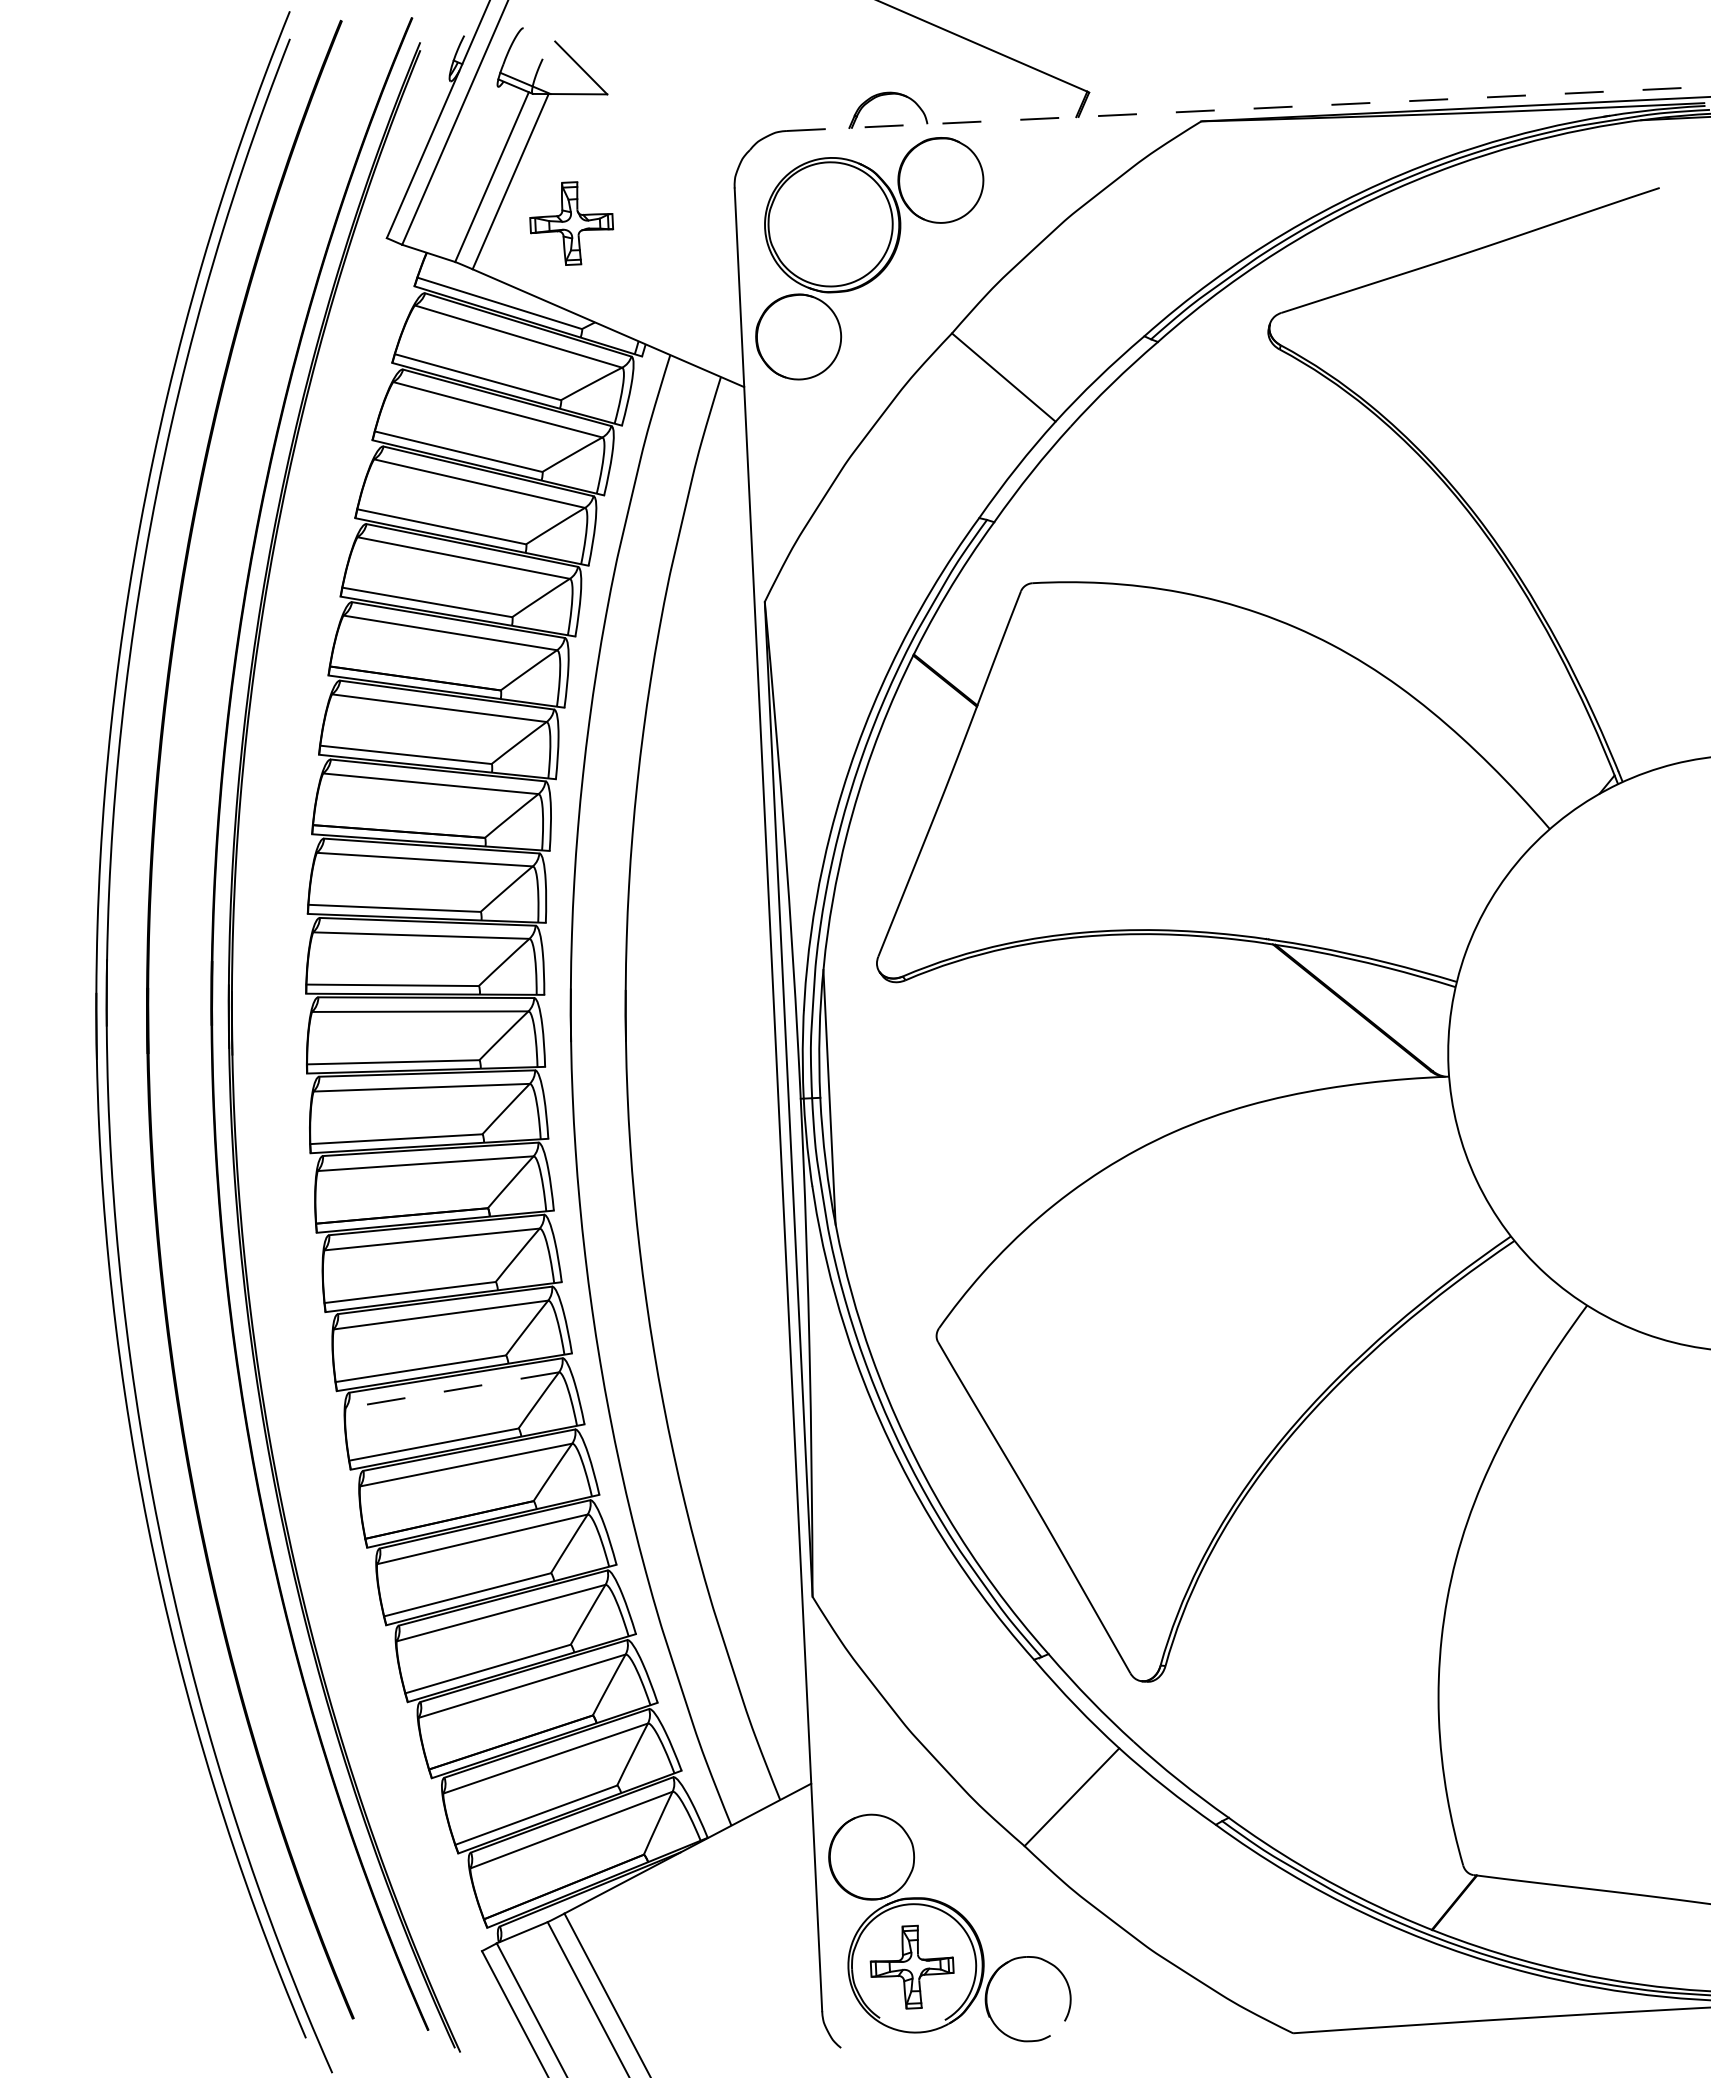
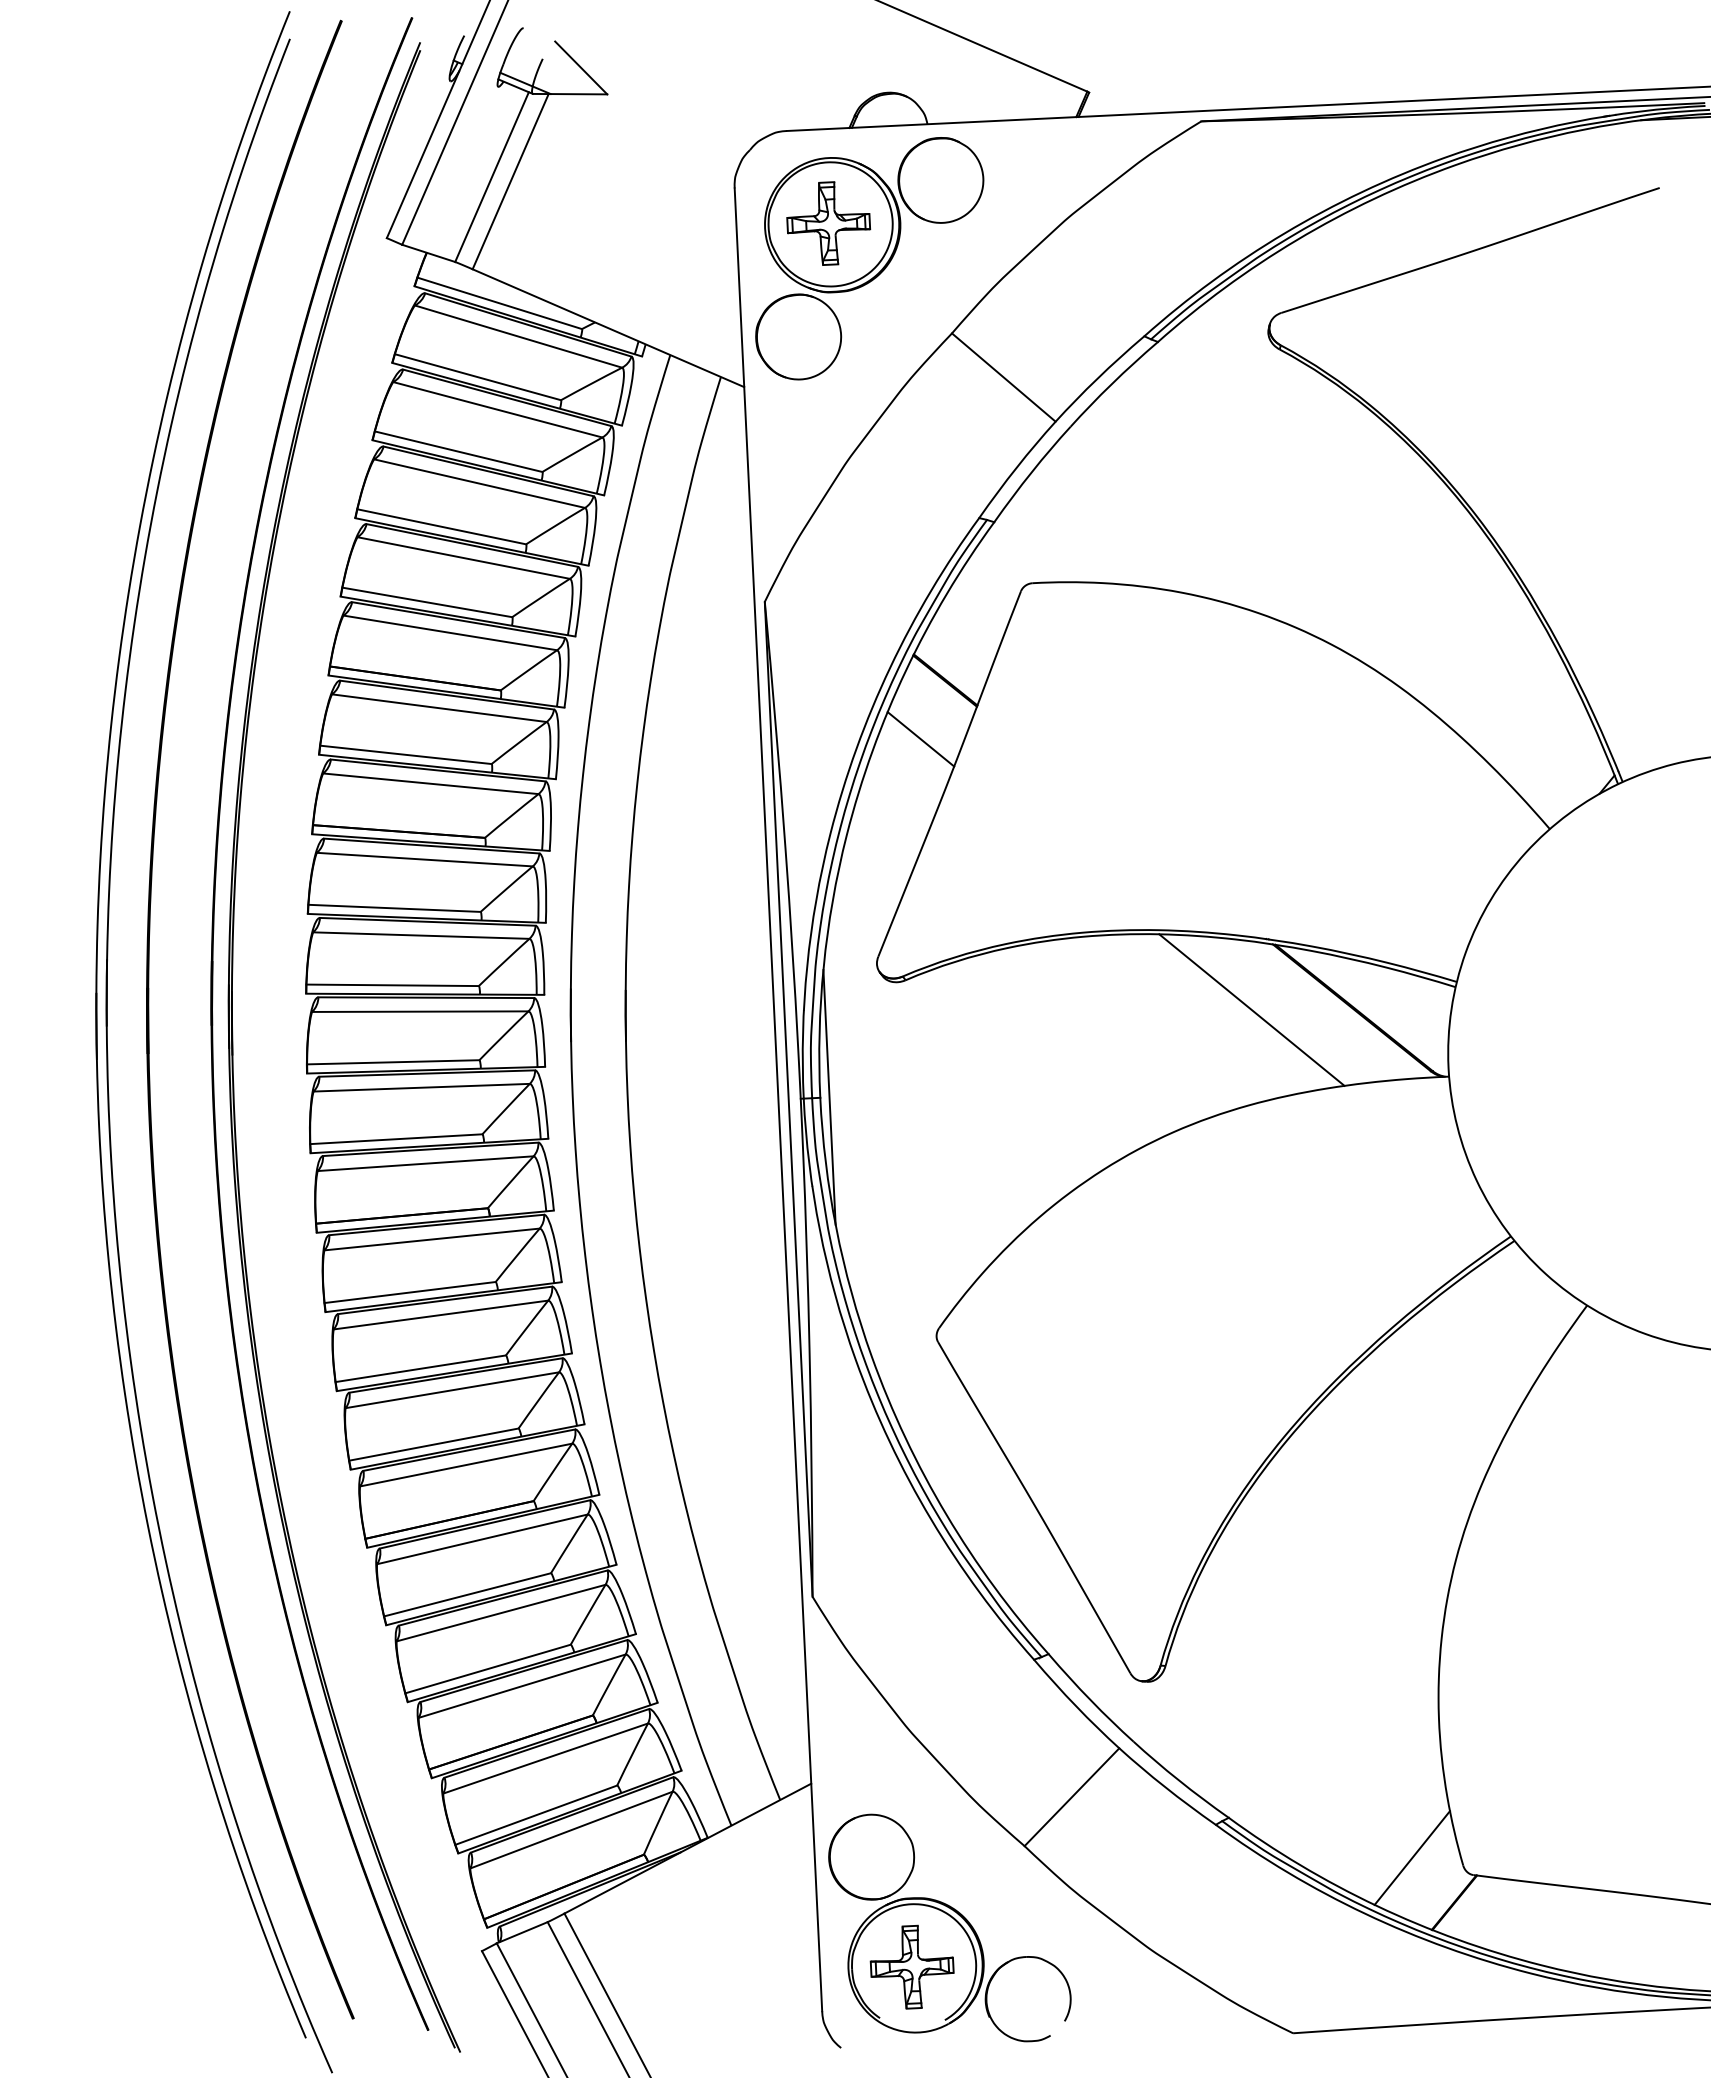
line at (1249, 108): dashed -> solid
part at (571, 223) position: (571, 223) -> (828, 223)
line at (920, 739): none -> present
line at (1251, 1009): none -> present
line at (451, 1390): dashed -> solid
line at (1411, 1857): none -> present
